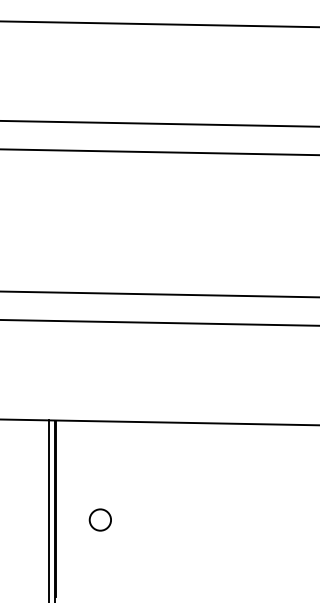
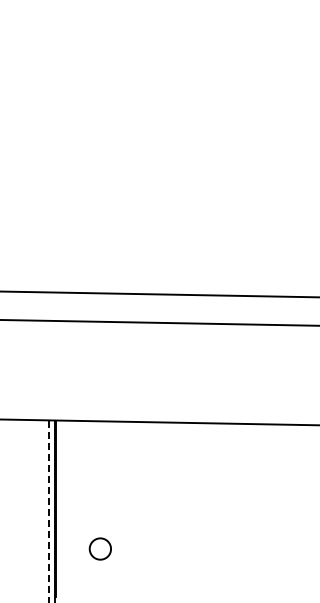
line at (159, 24): present -> none
line at (159, 123): present -> none
line at (159, 152): present -> none
line at (49, 511): solid -> dashed
circle at (99, 519) position: (99, 519) -> (99, 548)
